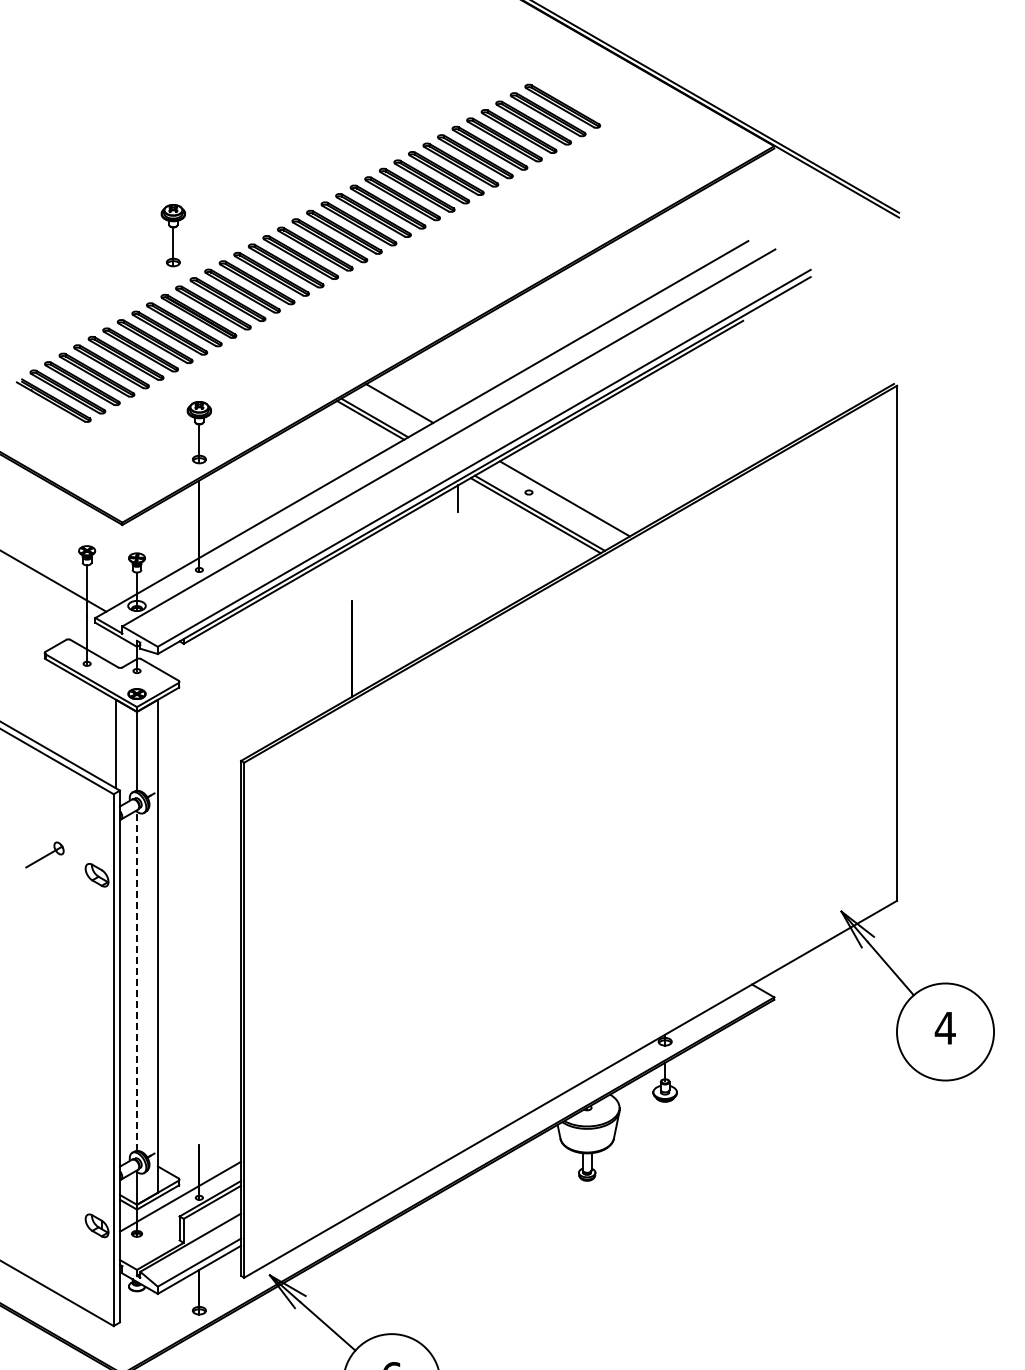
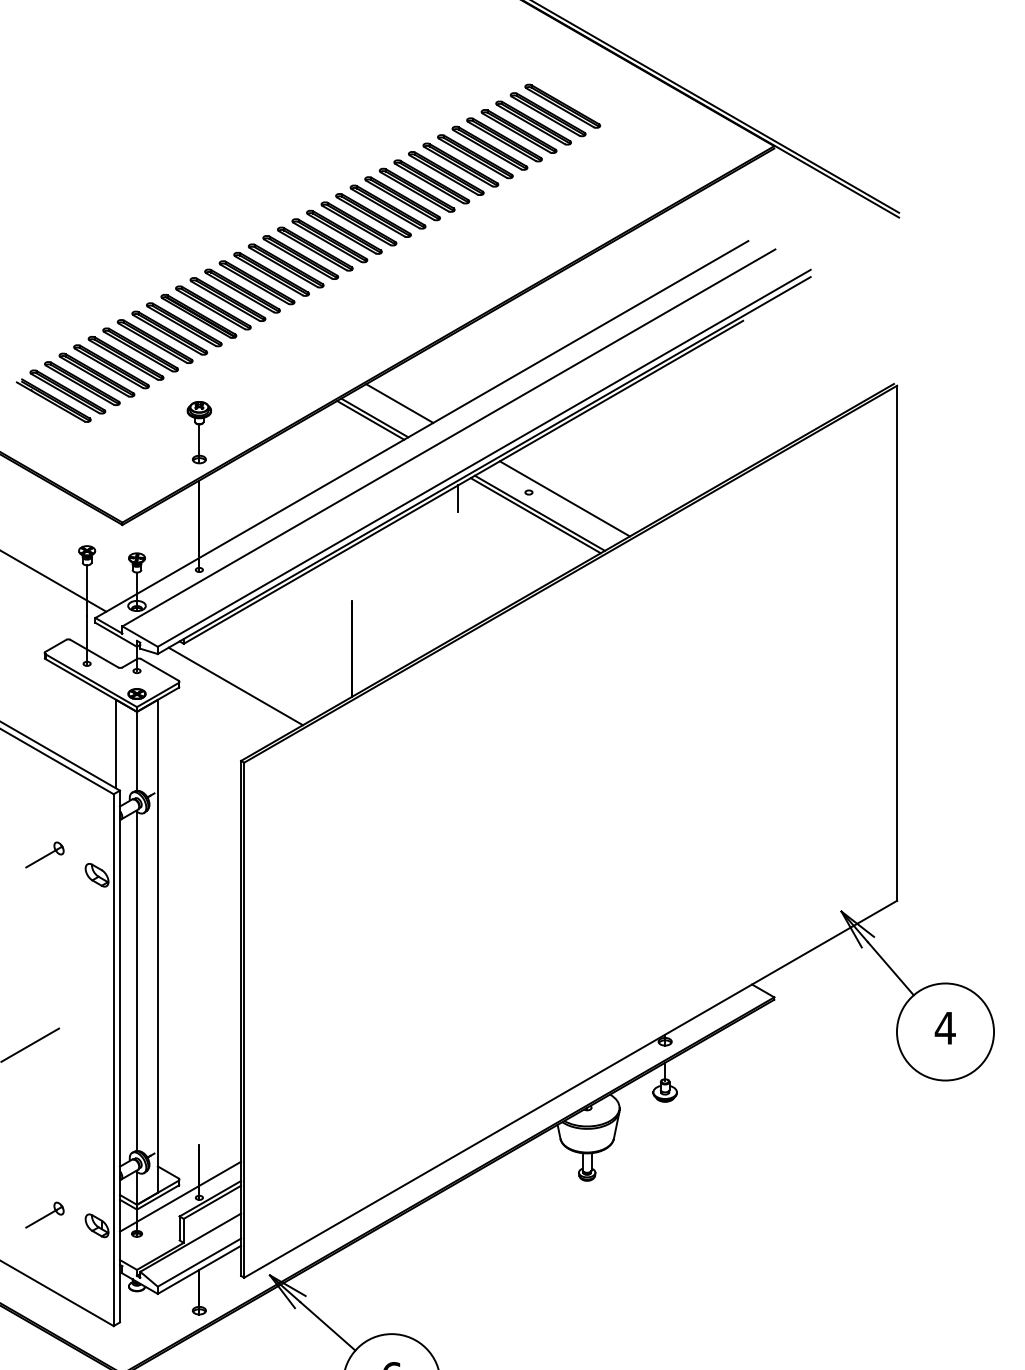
part at (172, 235): present -> none
line at (235, 686): none -> present
line at (137, 981): dashed -> solid
line at (30, 1044): none -> present
part at (44, 1214): none -> present
